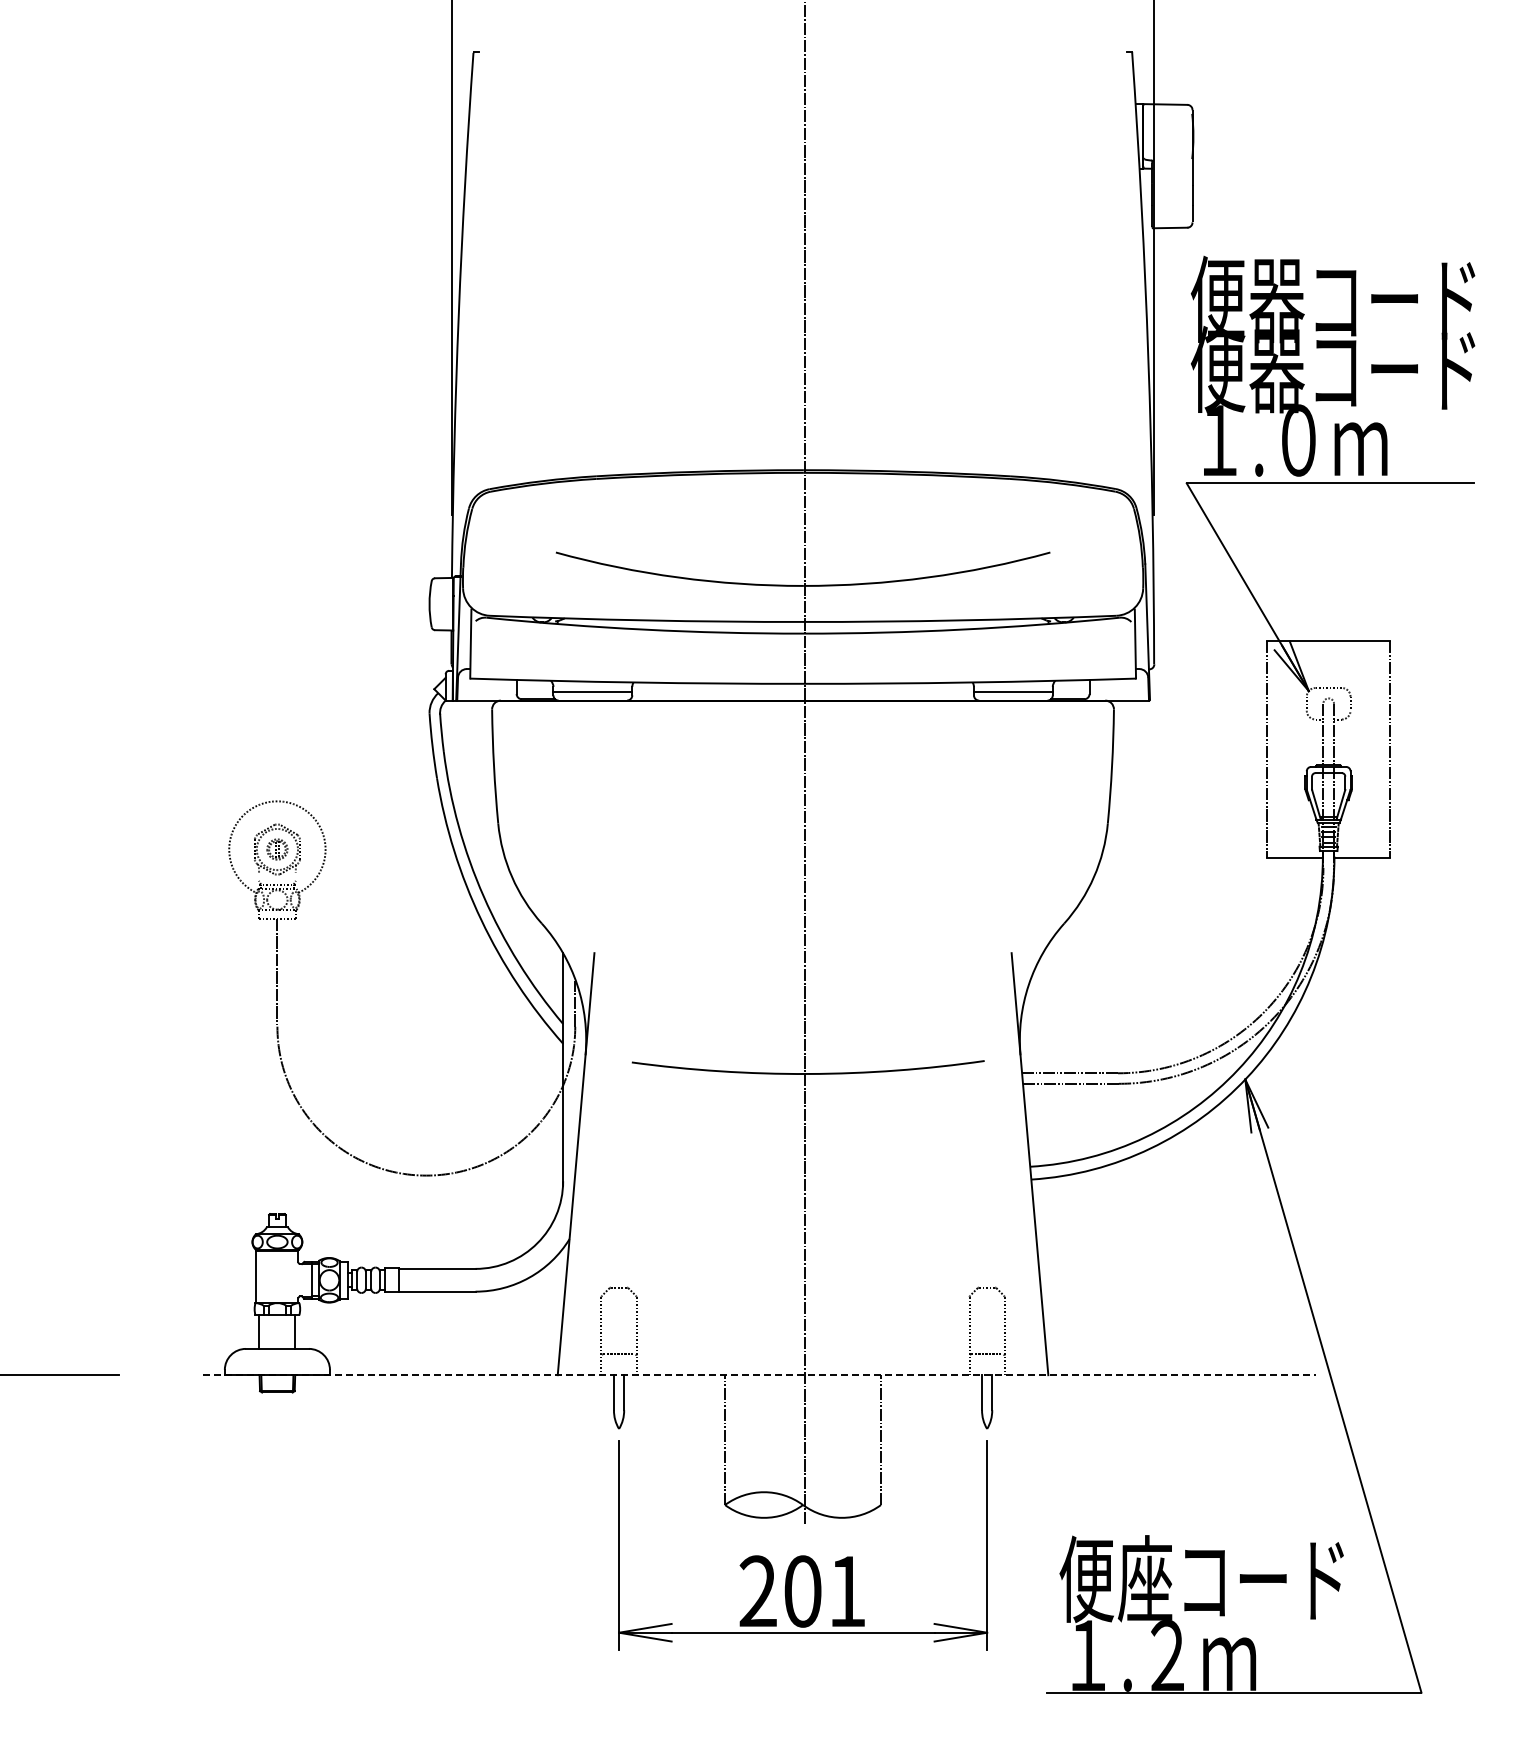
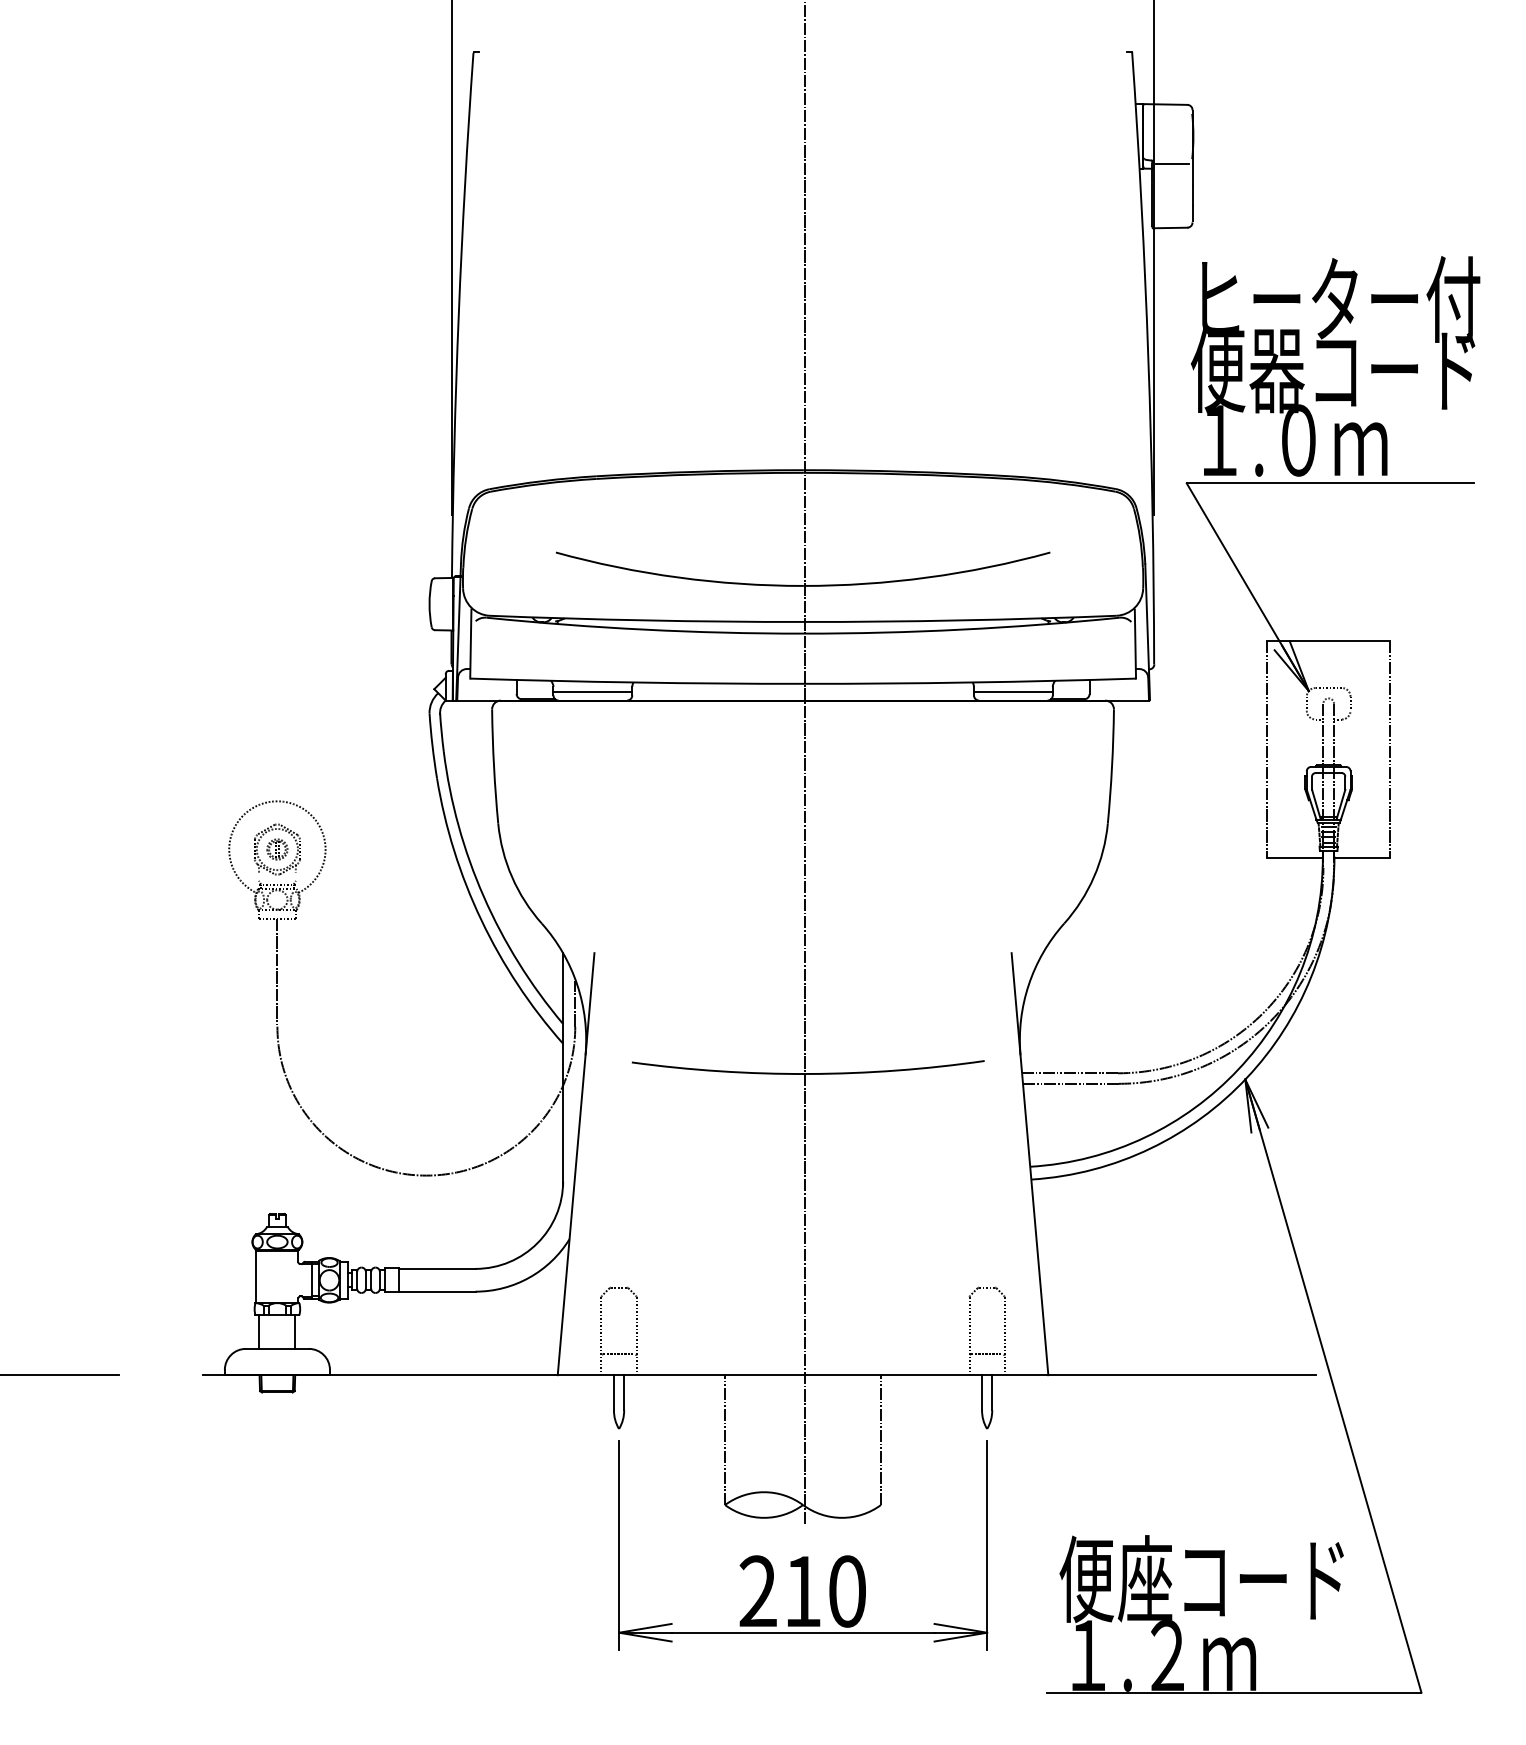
line at (1172, 163): none -> present
text at (1335, 299): 便器コード -> ヒーター付
line at (759, 1375): dashed -> solid
text at (824, 1591): 201 -> 210
